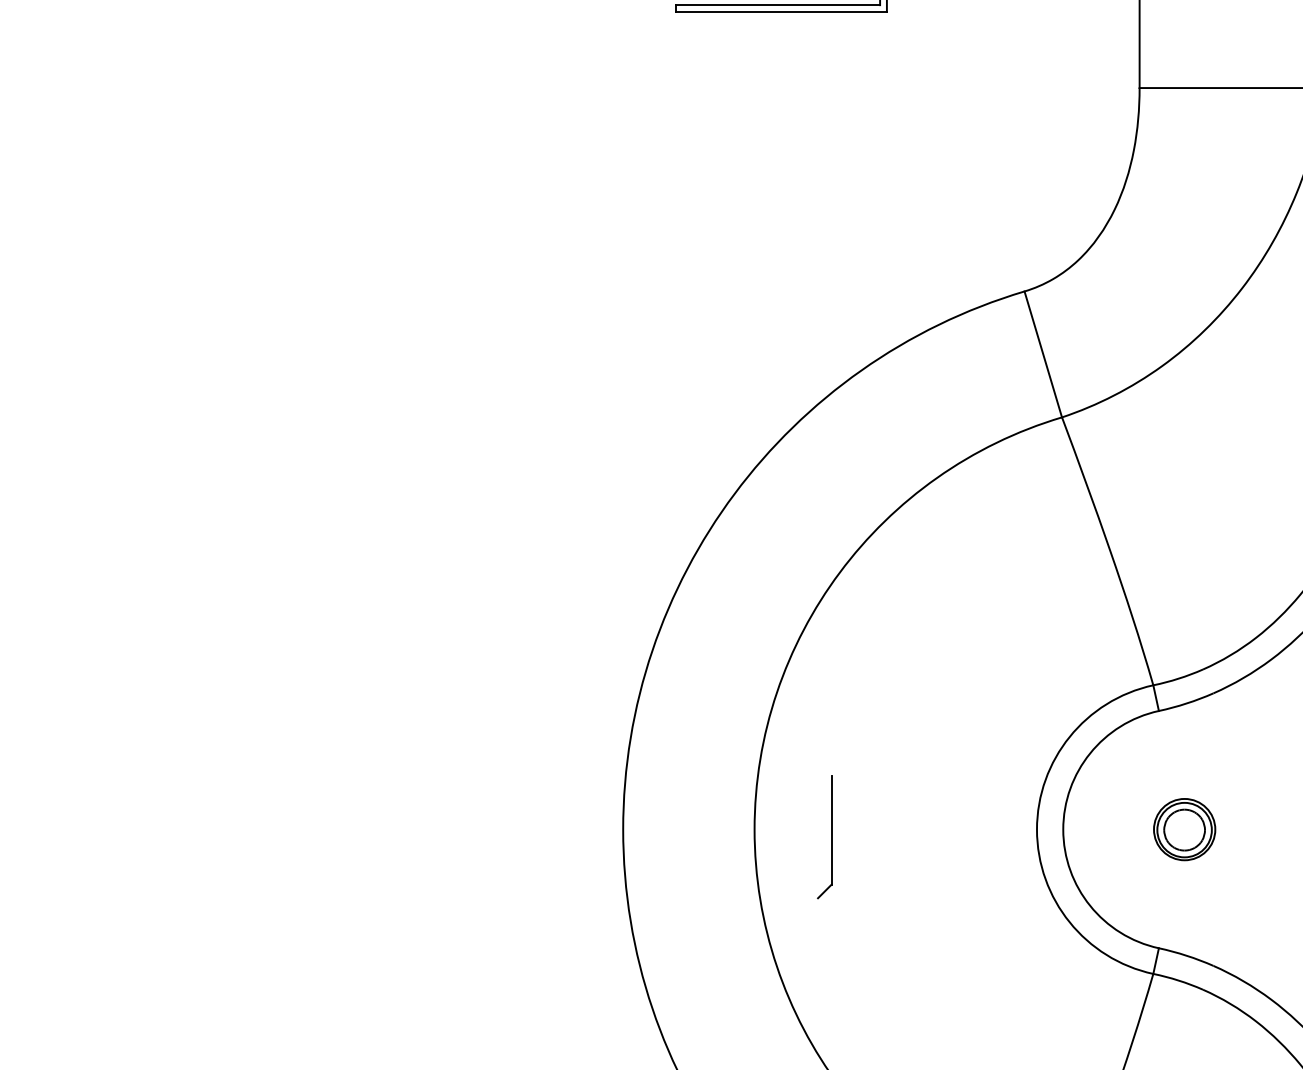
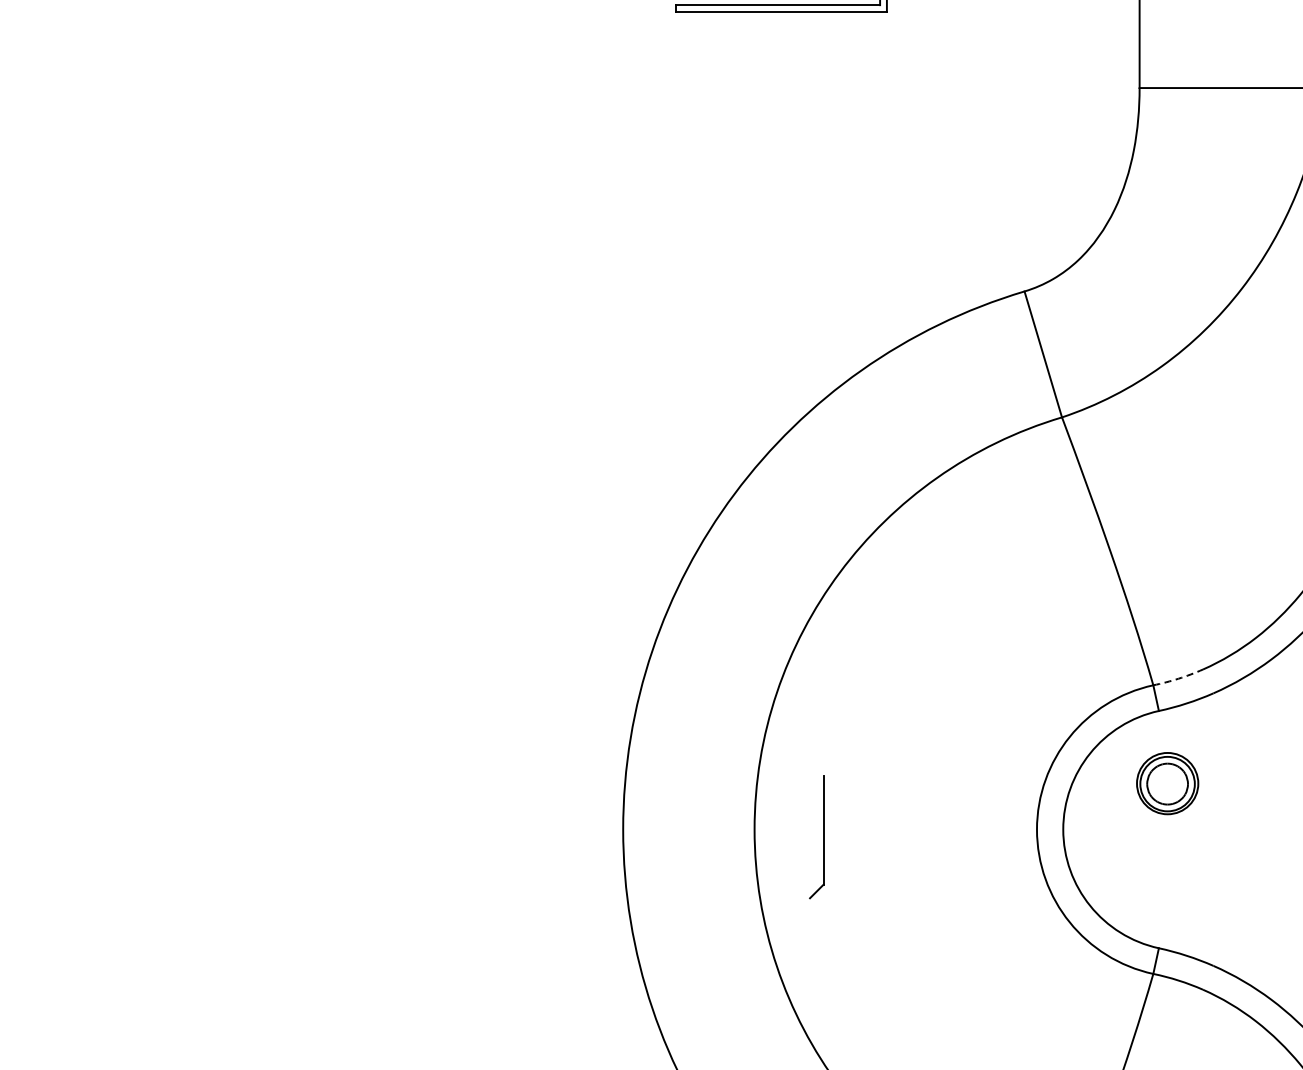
arc at (1178, 678): solid -> dashed
part at (1184, 829) position: (1184, 829) -> (1167, 783)
part at (831, 837) position: (831, 837) -> (823, 837)
